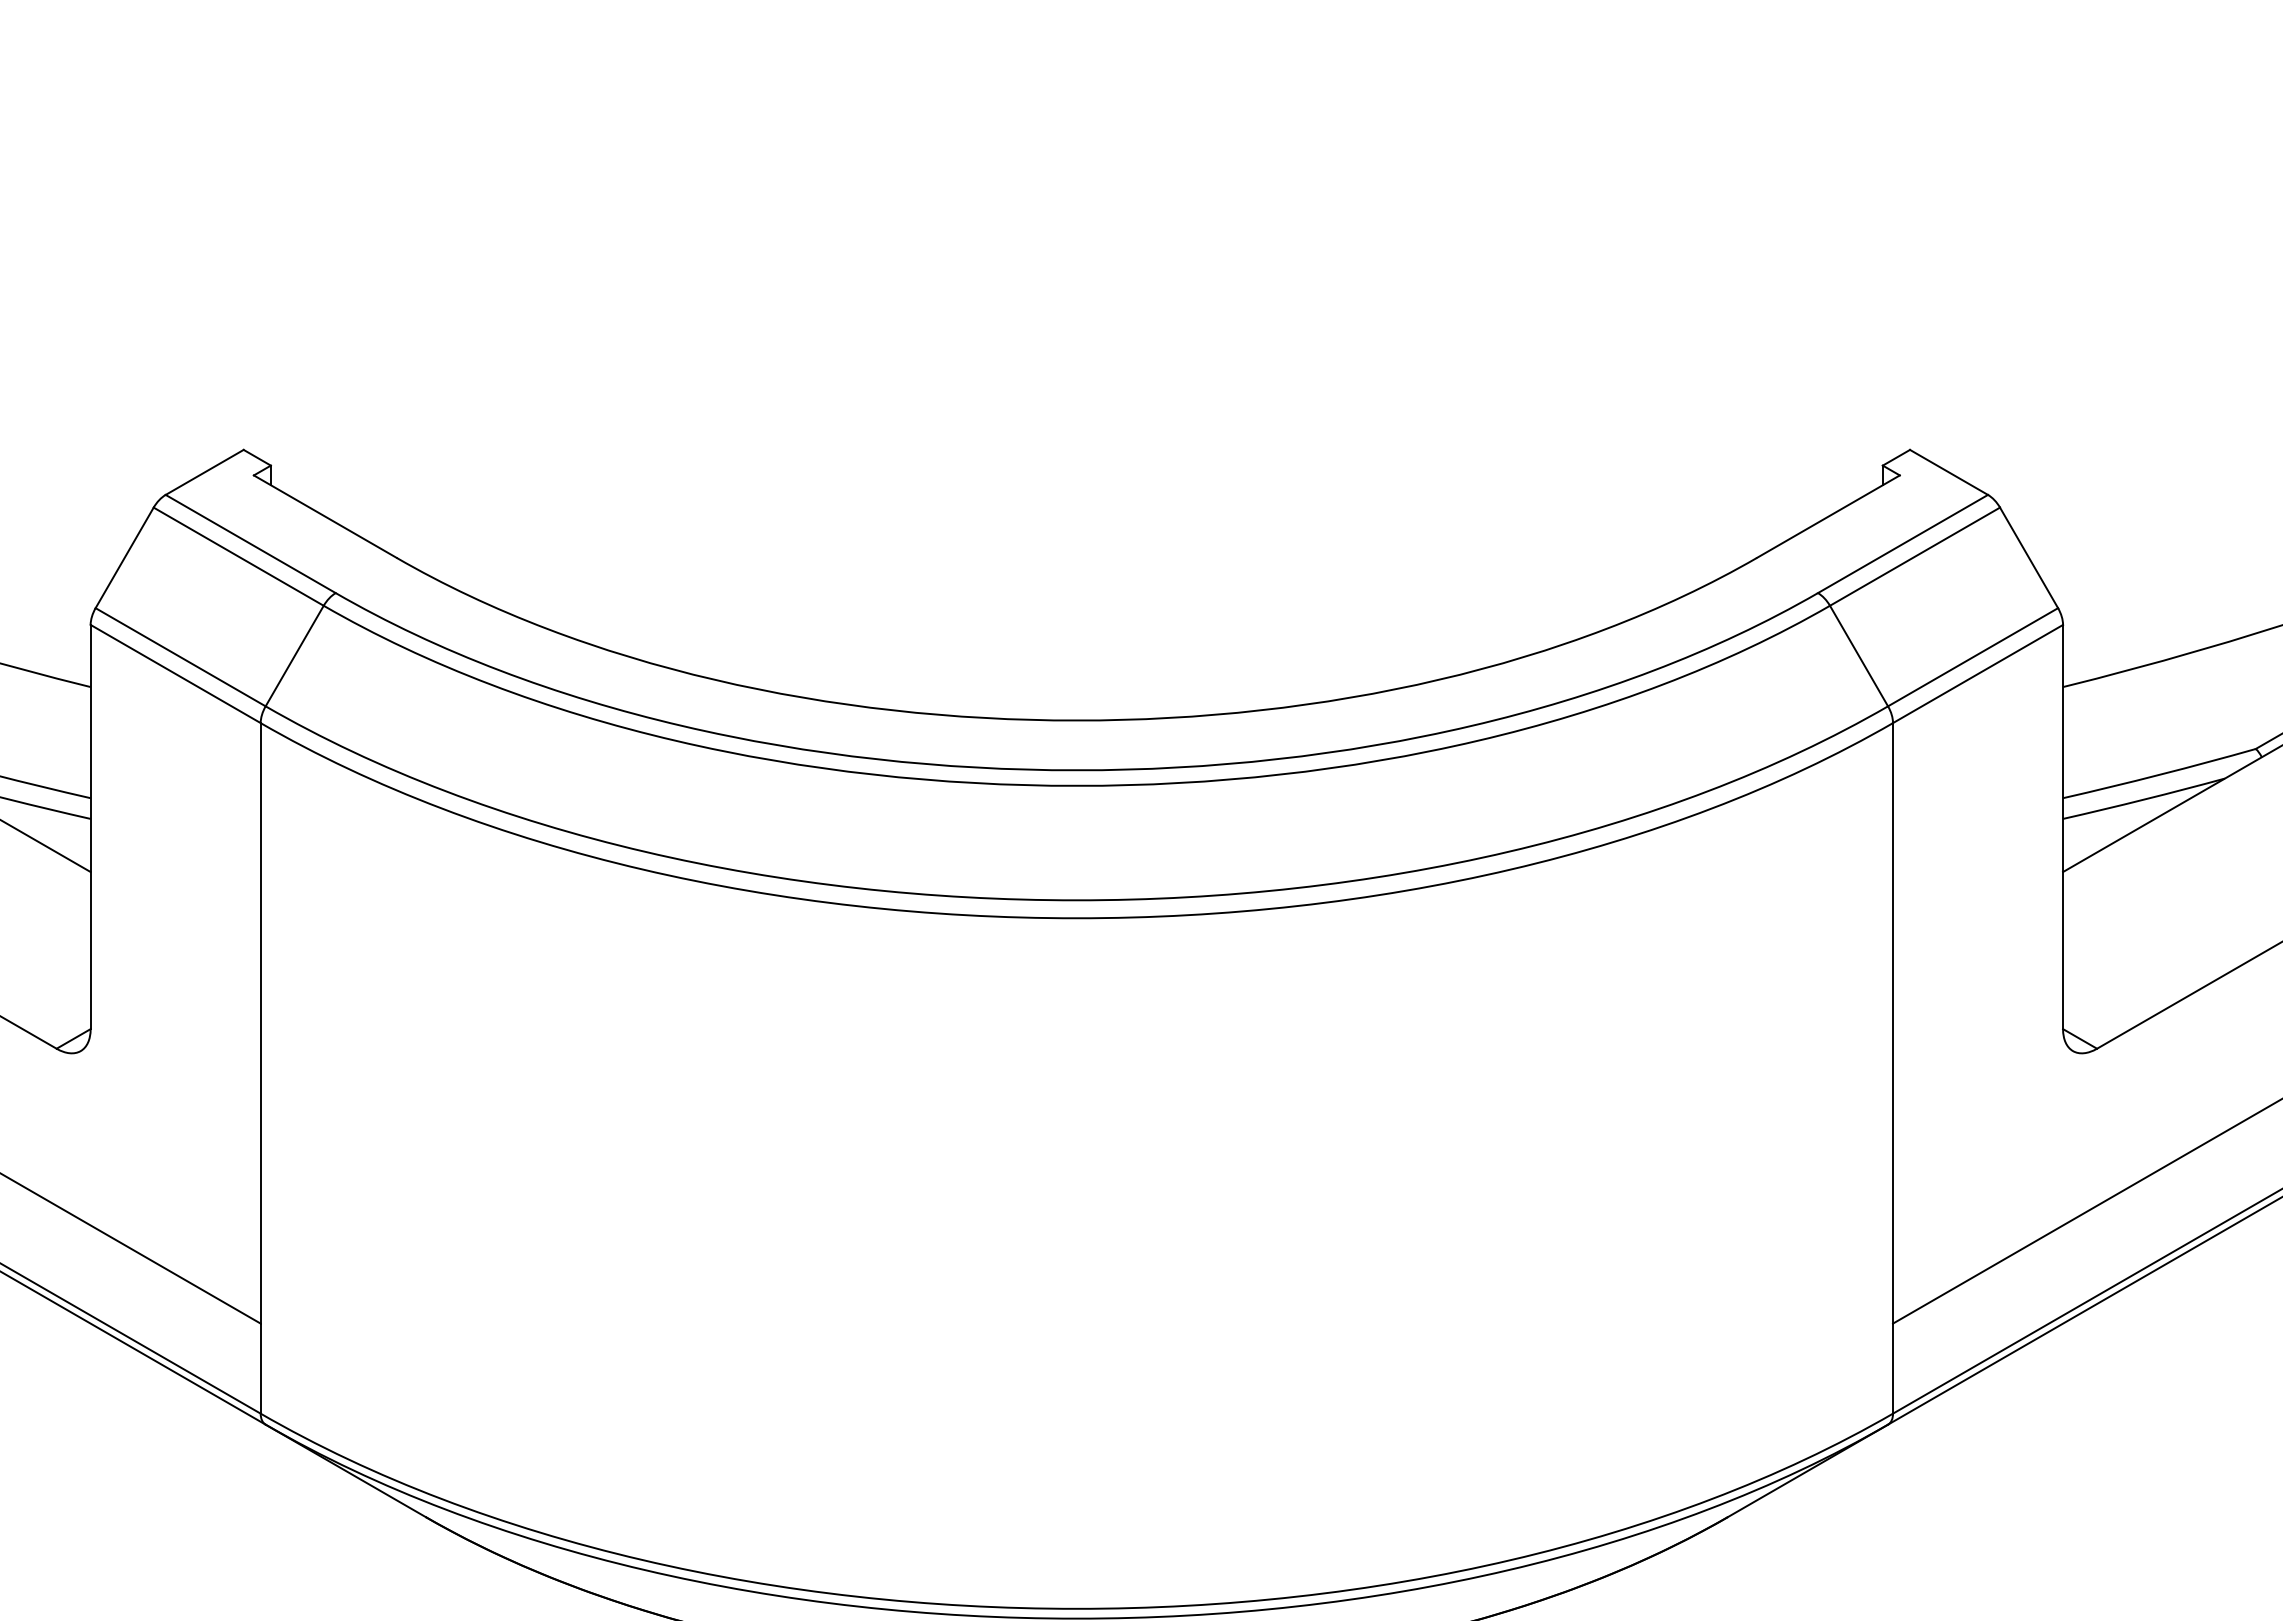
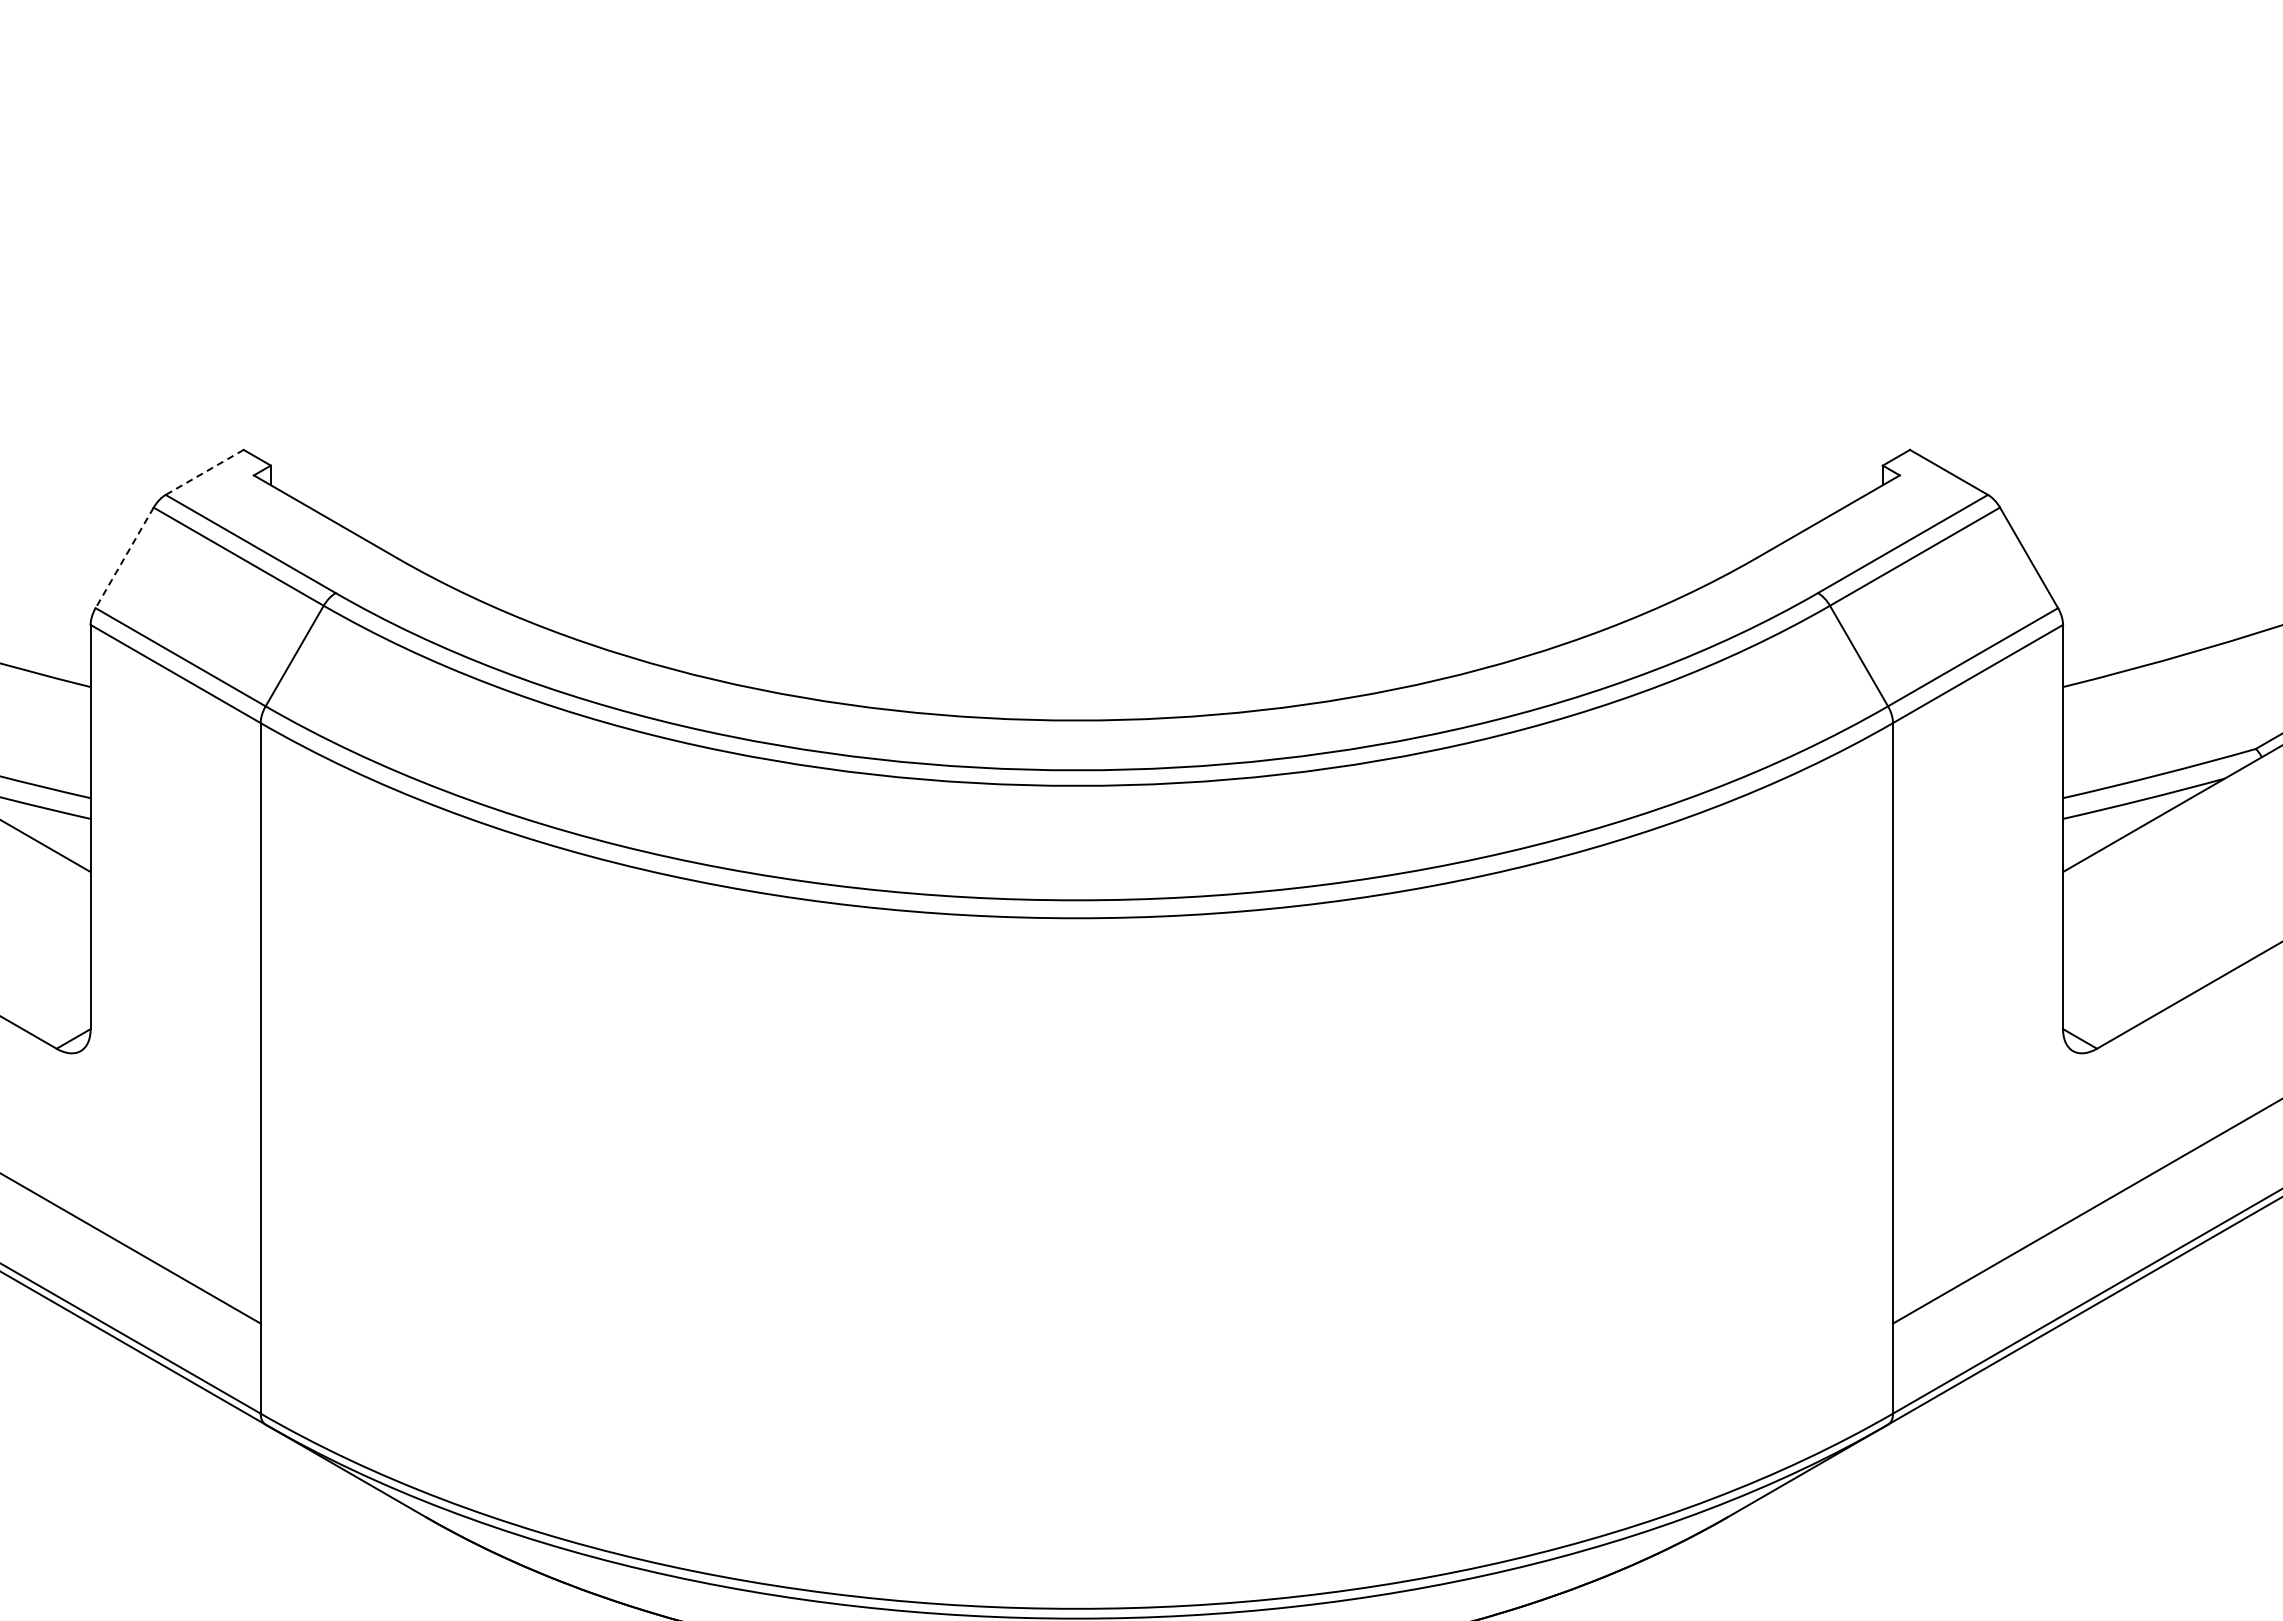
line at (204, 472): solid -> dashed
line at (124, 558): solid -> dashed
